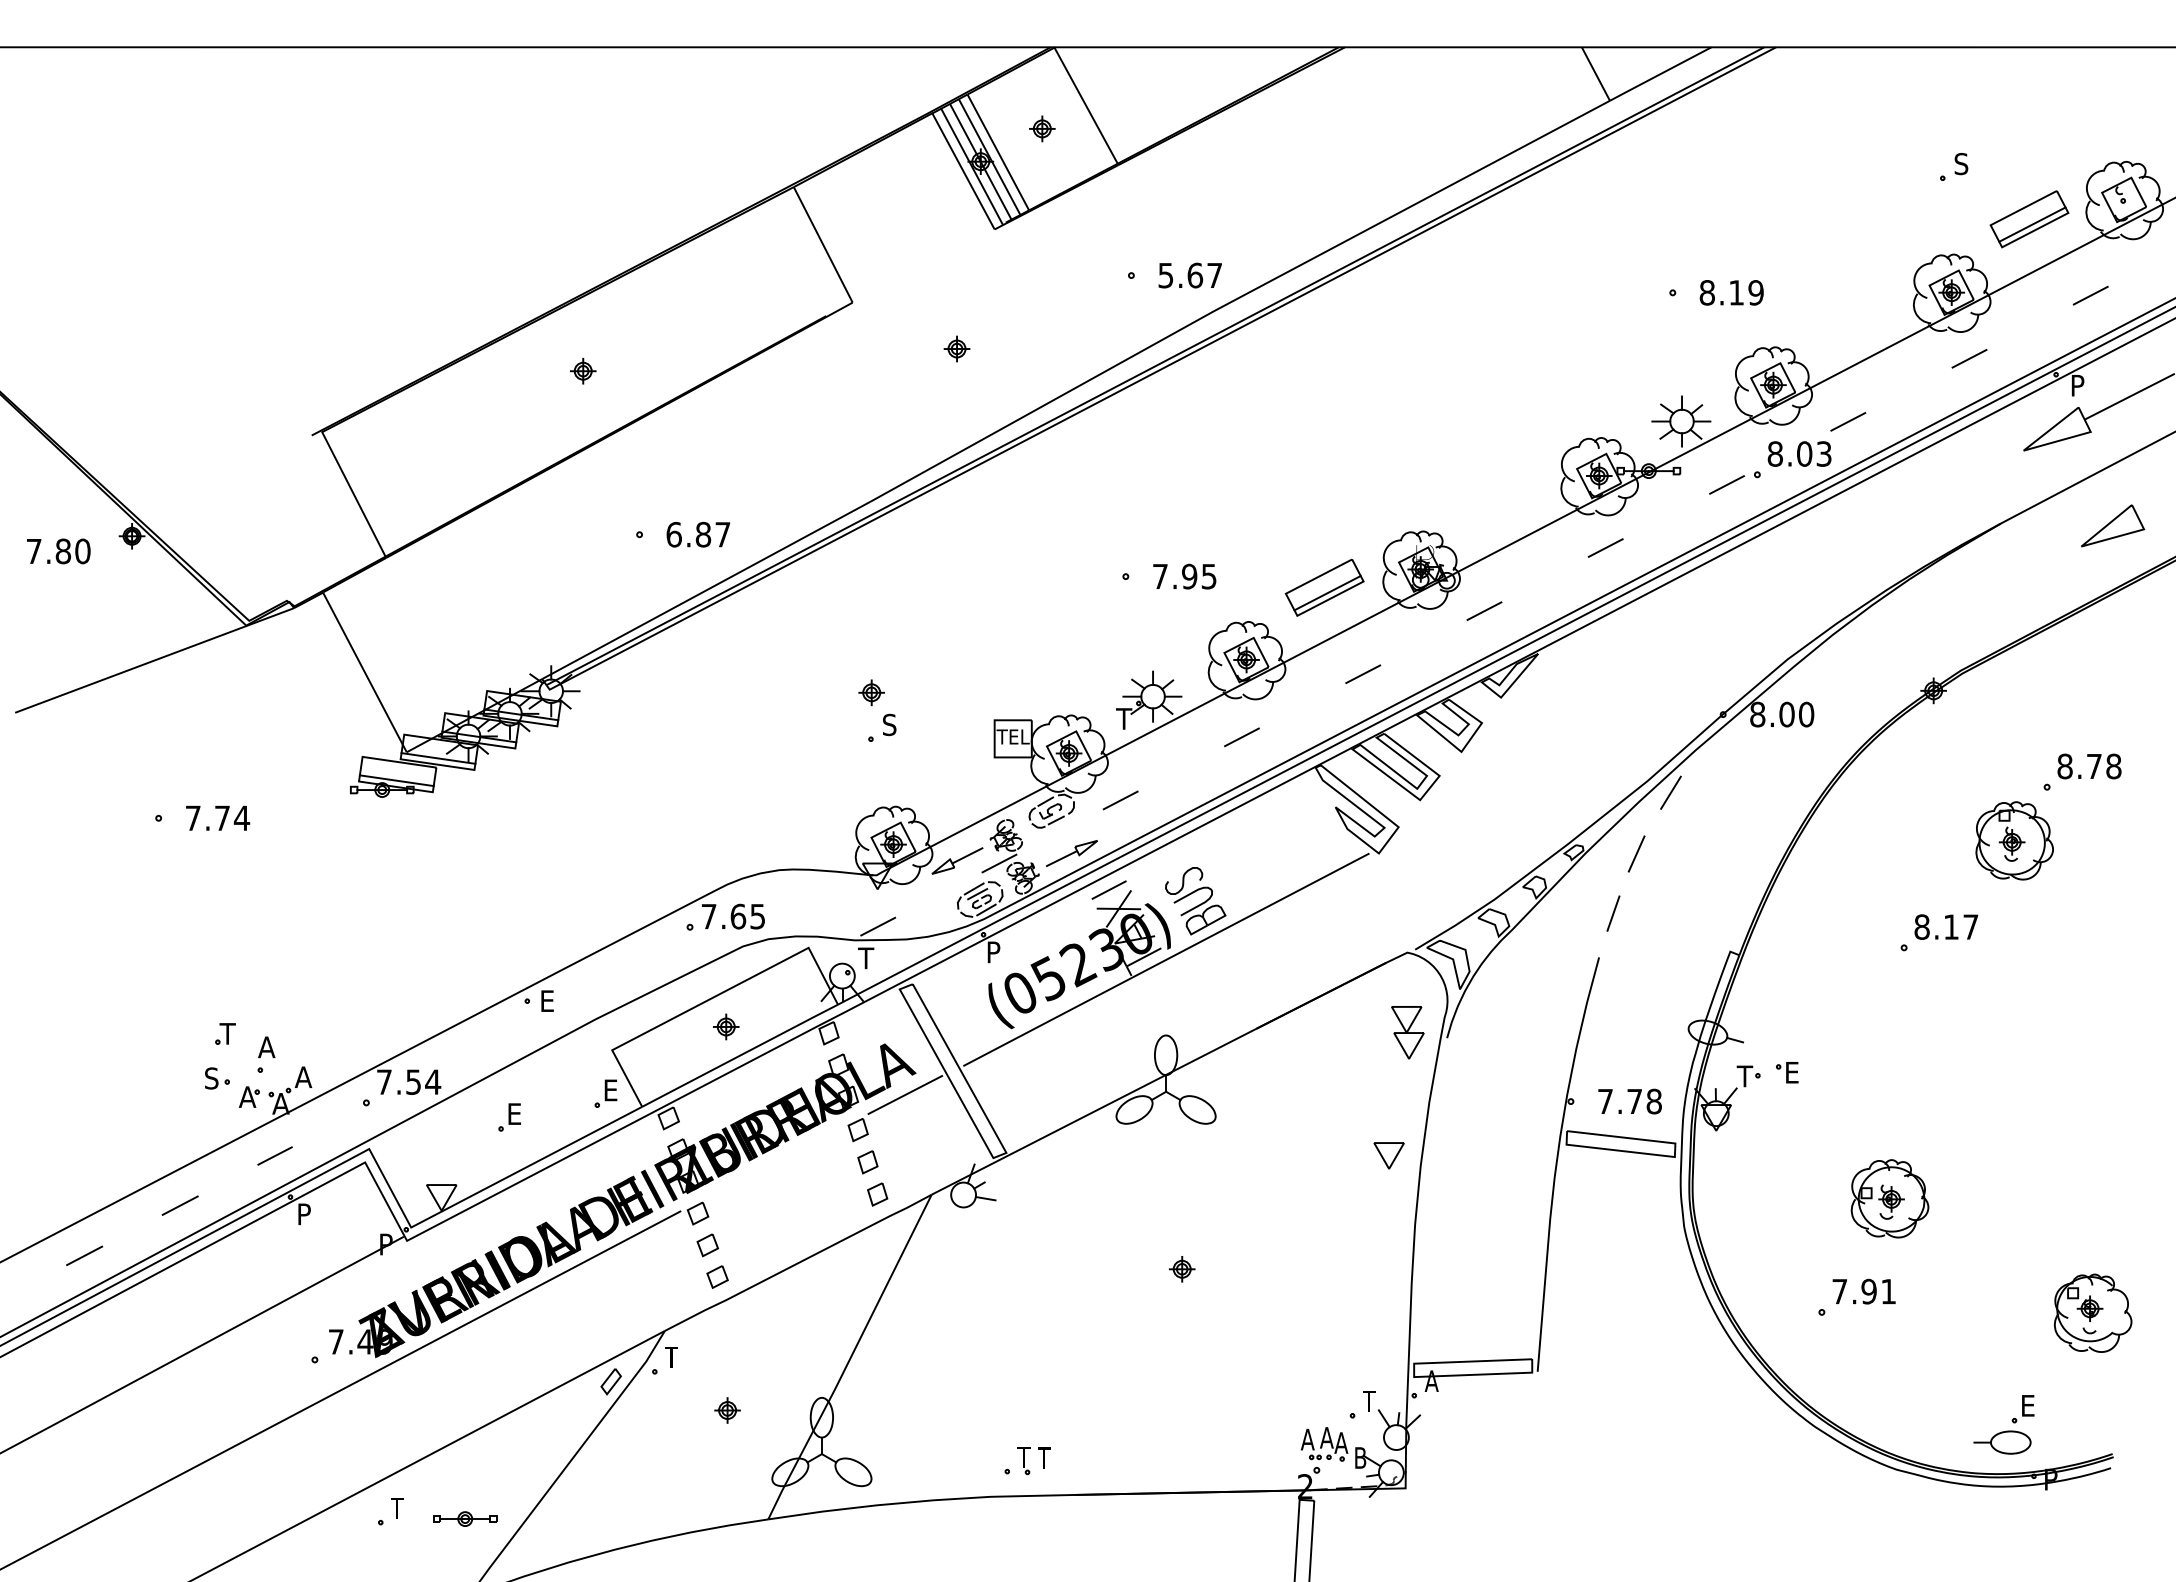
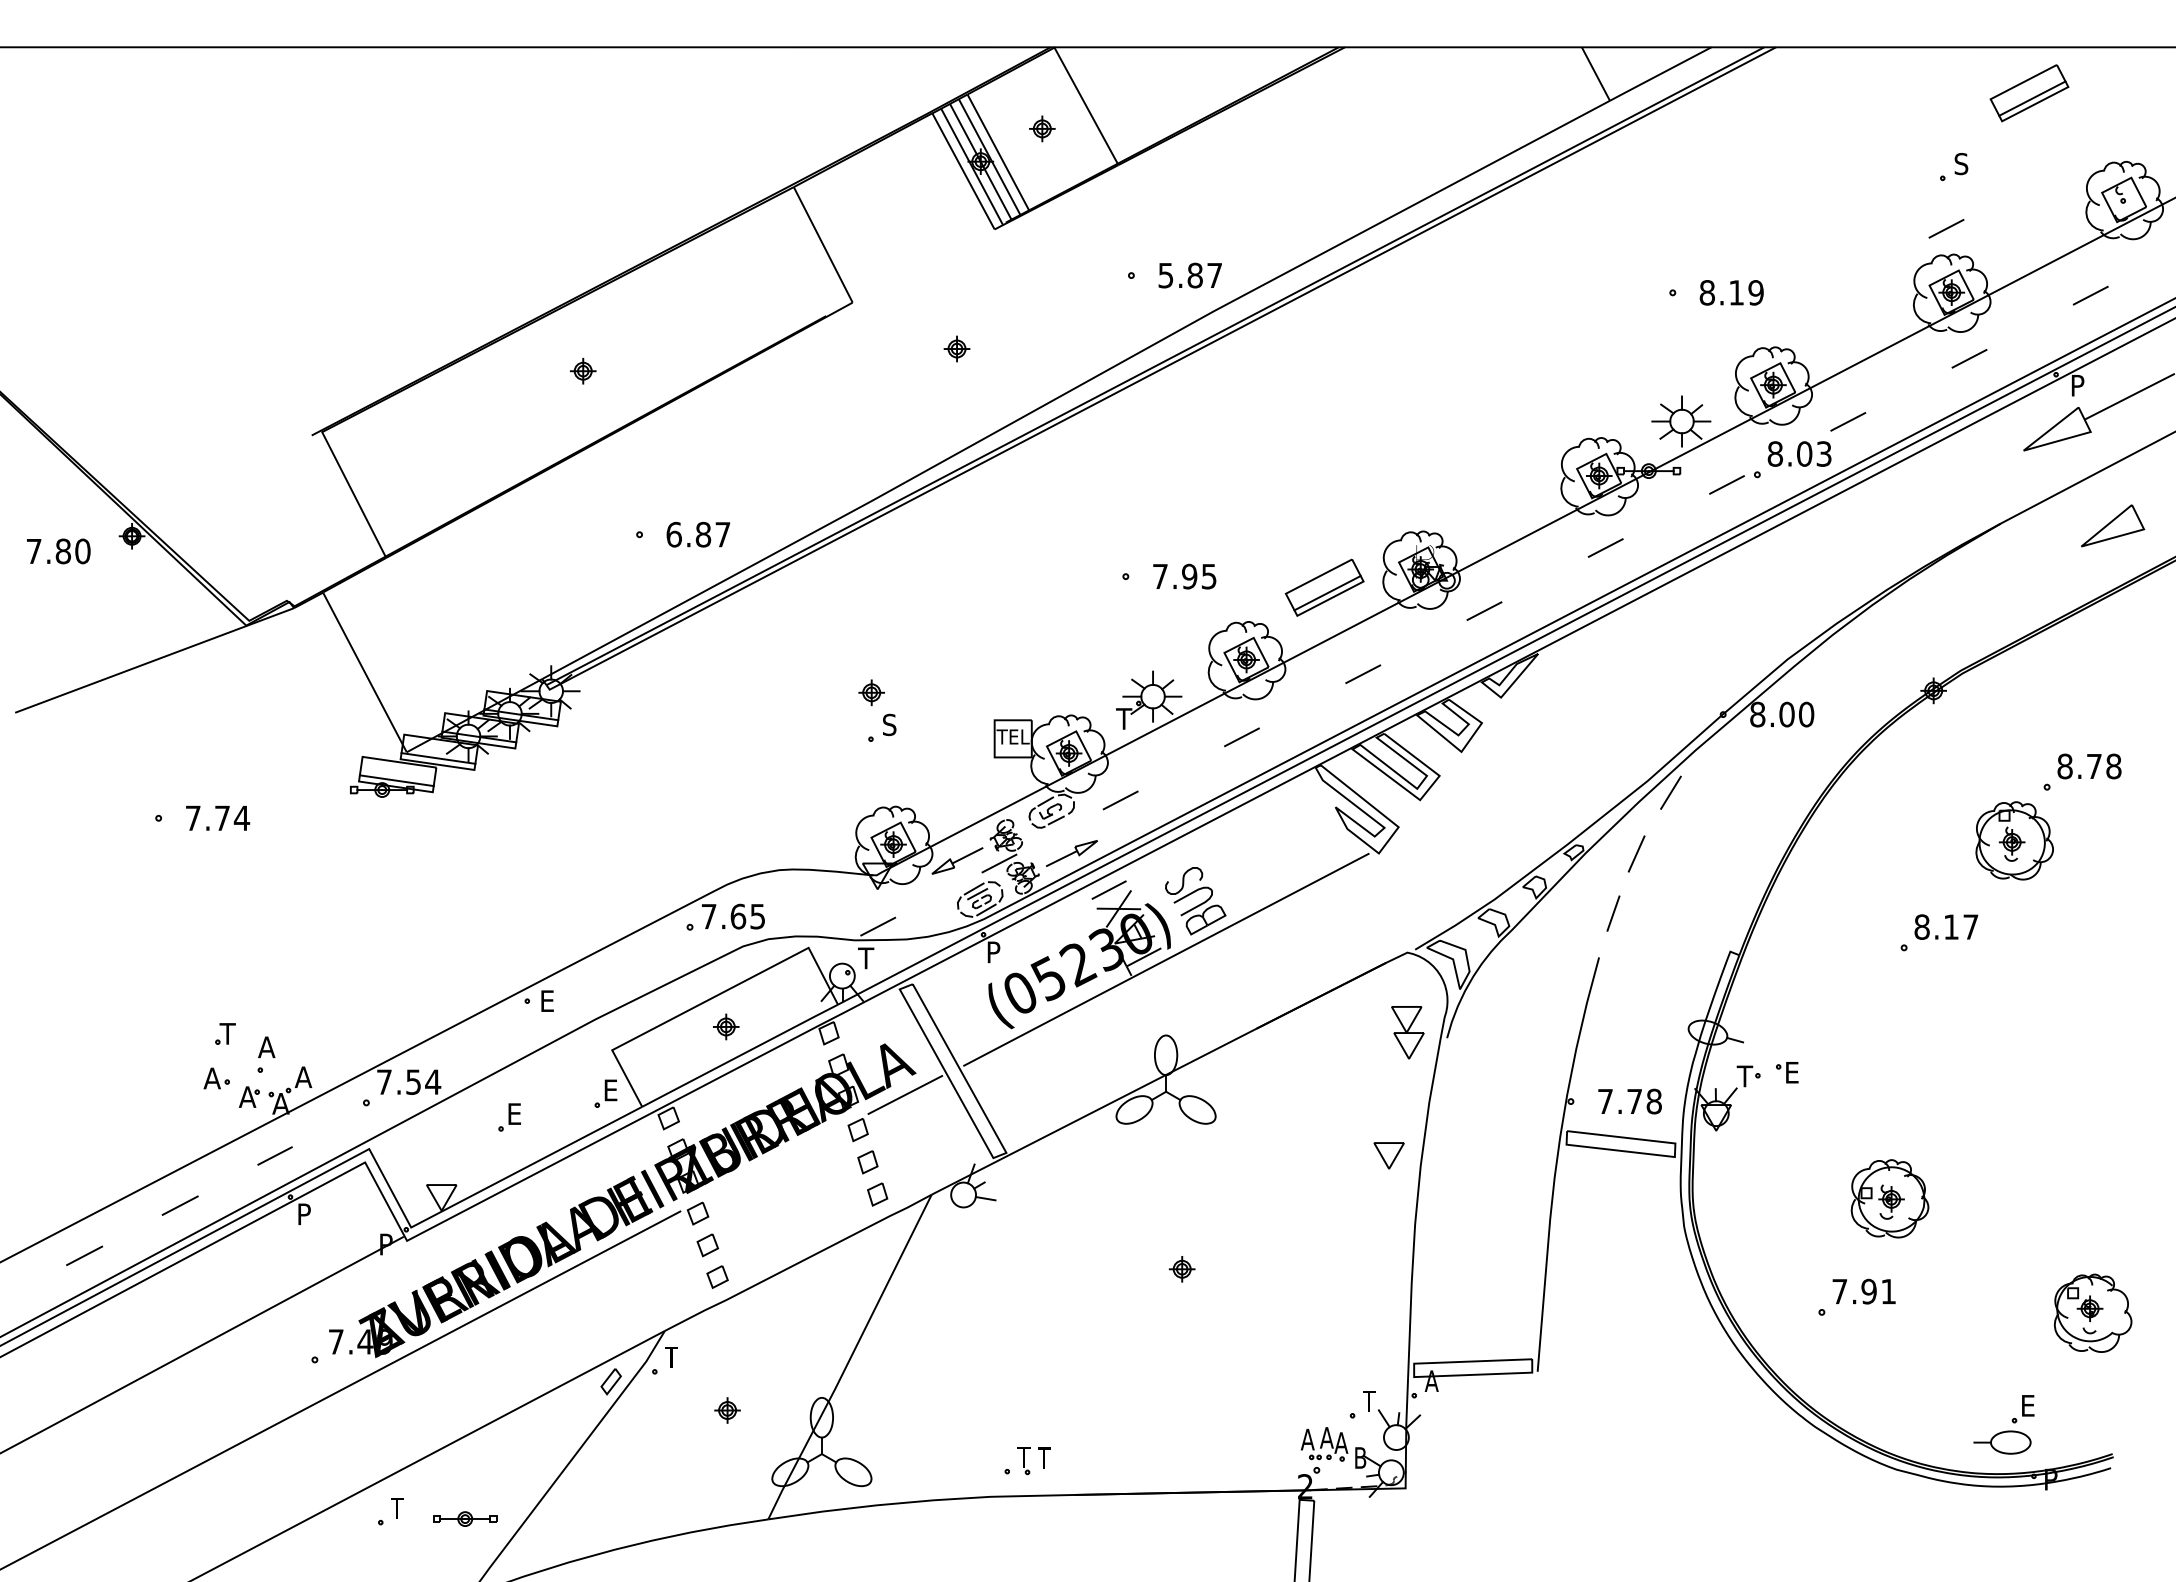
part at (2029, 219) position: (2029, 219) -> (2029, 93)
line at (1946, 228): none -> present
text at (1195, 275): 5.67 -> 5.87
text at (211, 1078): S -> A
